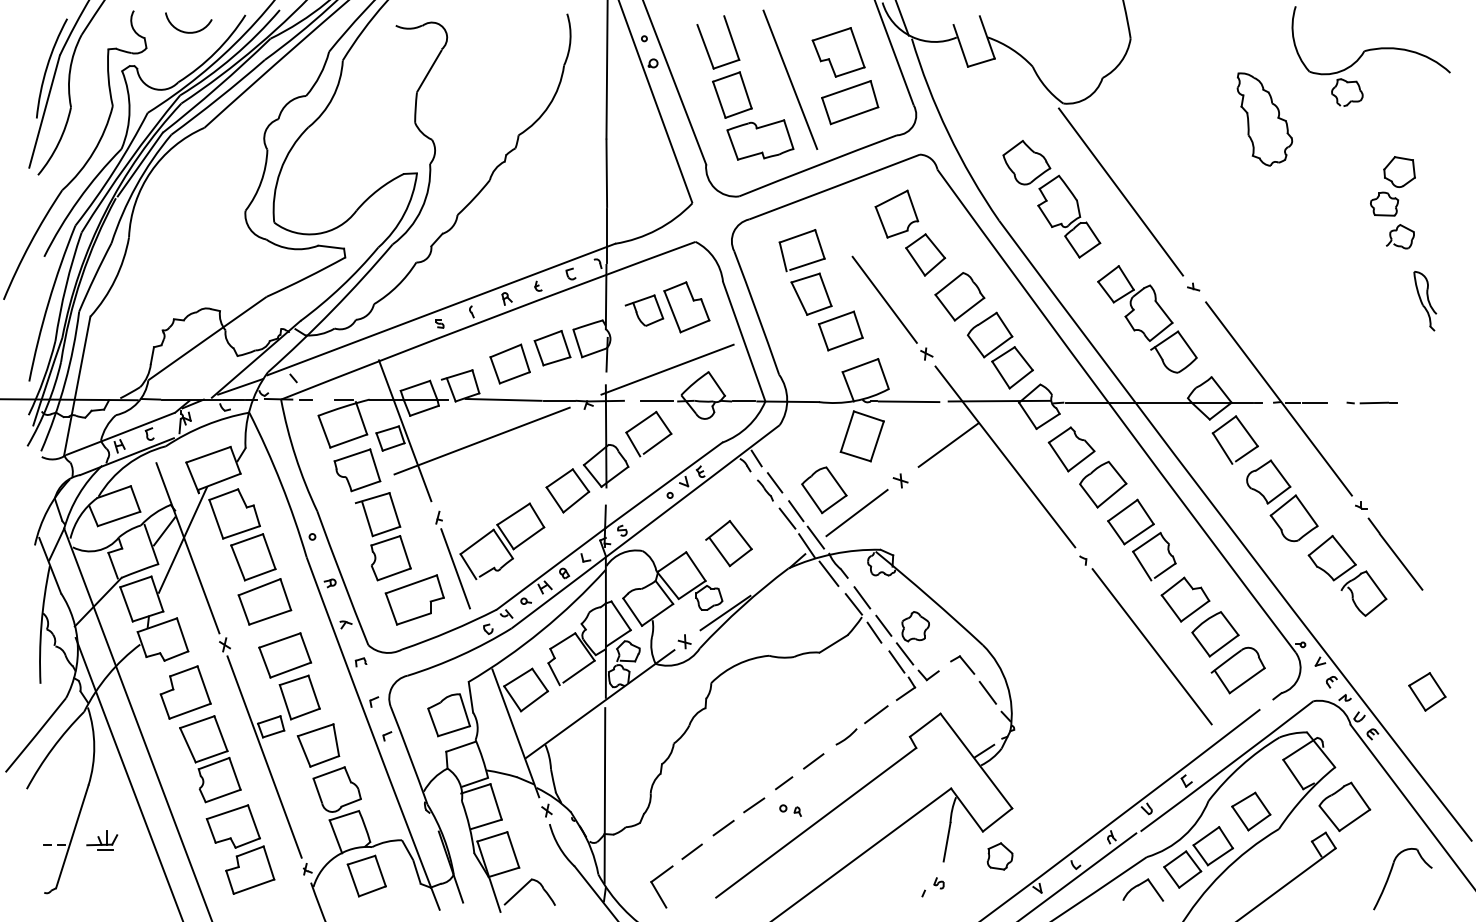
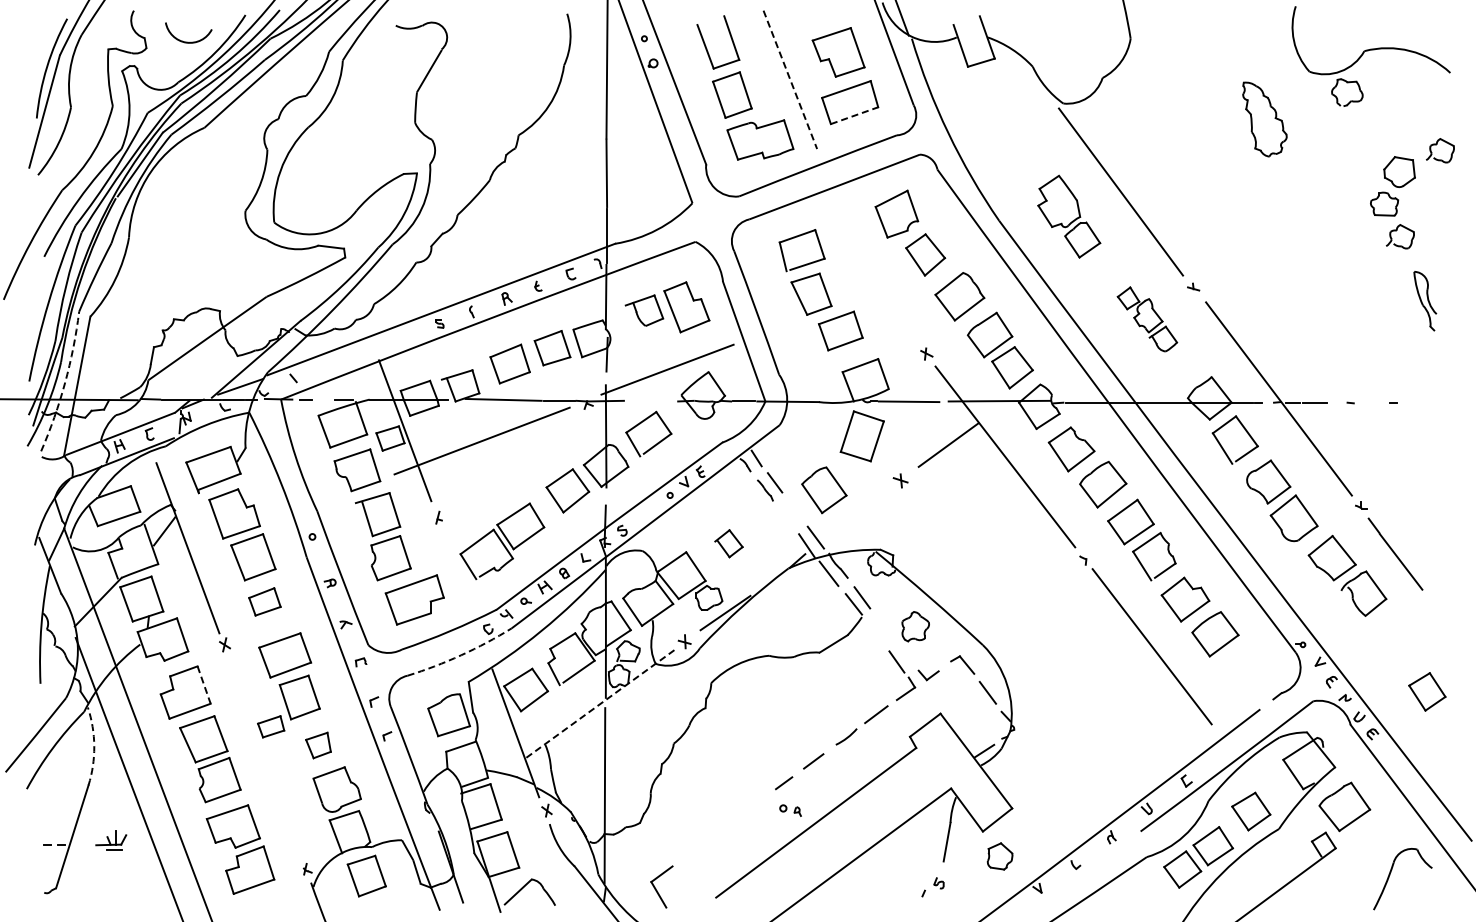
arc at (188, 31) position: (188, 31) -> (188, 41)
line at (790, 80): solid -> dashed
line at (855, 115): solid -> dashed
part at (1264, 119) size: 58x95 px -> 46x77 px
part at (1436, 145): none -> present
part at (1026, 162): present -> none
line at (884, 299): present -> none
part at (1147, 319) size: 101x109 px -> 63x67 px
arc at (65, 382): solid -> dashed
line at (656, 401): present -> none
line at (1374, 402): present -> none
line at (796, 511): present -> none
line at (856, 512): present -> none
line at (787, 518): present -> none
line at (182, 539): present -> none
part at (728, 543) size: 48x48 px -> 30x30 px
line at (455, 568): present -> none
part at (264, 601) size: 56x48 px -> 34x30 px
line at (883, 625): present -> none
line at (874, 632): present -> none
line at (904, 653): present -> none
arc at (461, 655): solid -> dashed
part at (1237, 670): present -> none
line at (204, 685): solid -> dashed
line at (600, 704): solid -> dashed
part at (318, 745) size: 45x45 px -> 27x29 px
arc at (94, 746): solid -> dashed
line at (264, 756): present -> none
line at (754, 805): present -> none
line at (723, 827): present -> none
part at (102, 840) position: (102, 840) -> (111, 840)
line at (691, 851): present -> none
line at (1078, 875): present -> none
part at (1143, 889): present -> none
